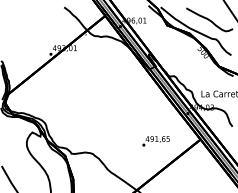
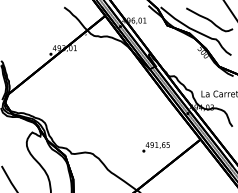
text at (155, 141) position: (155, 141) -> (155, 147)
